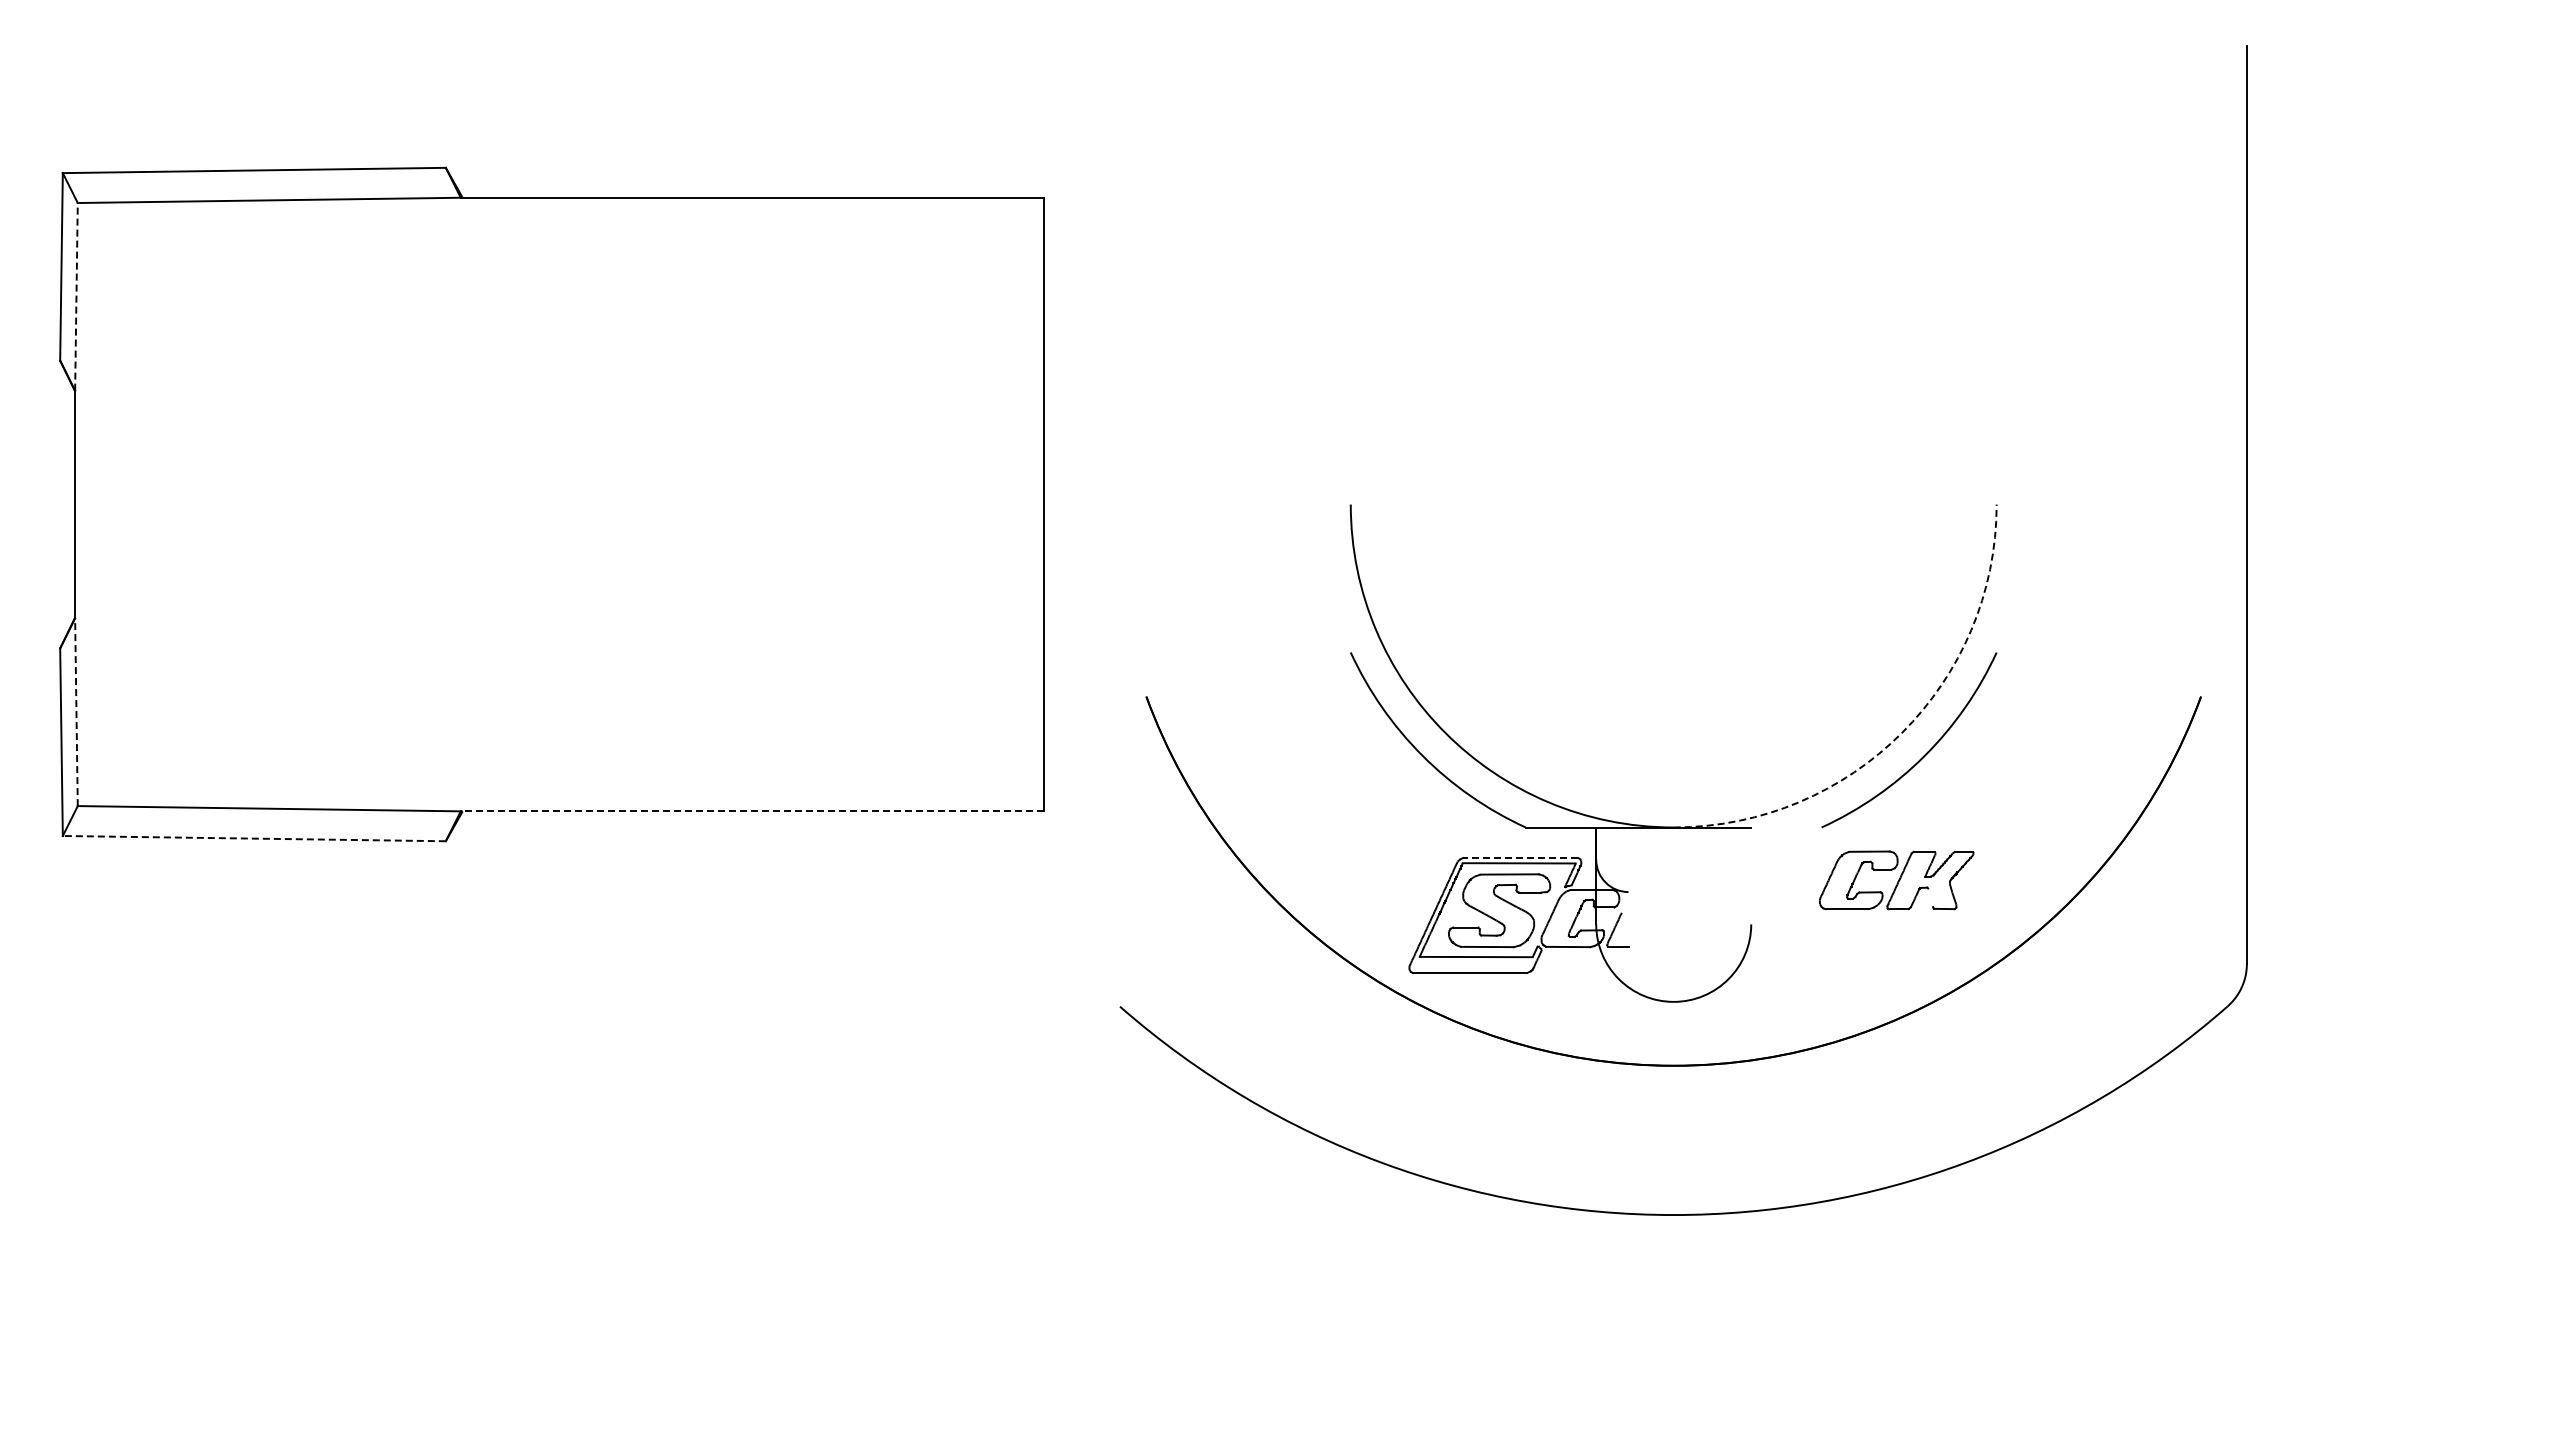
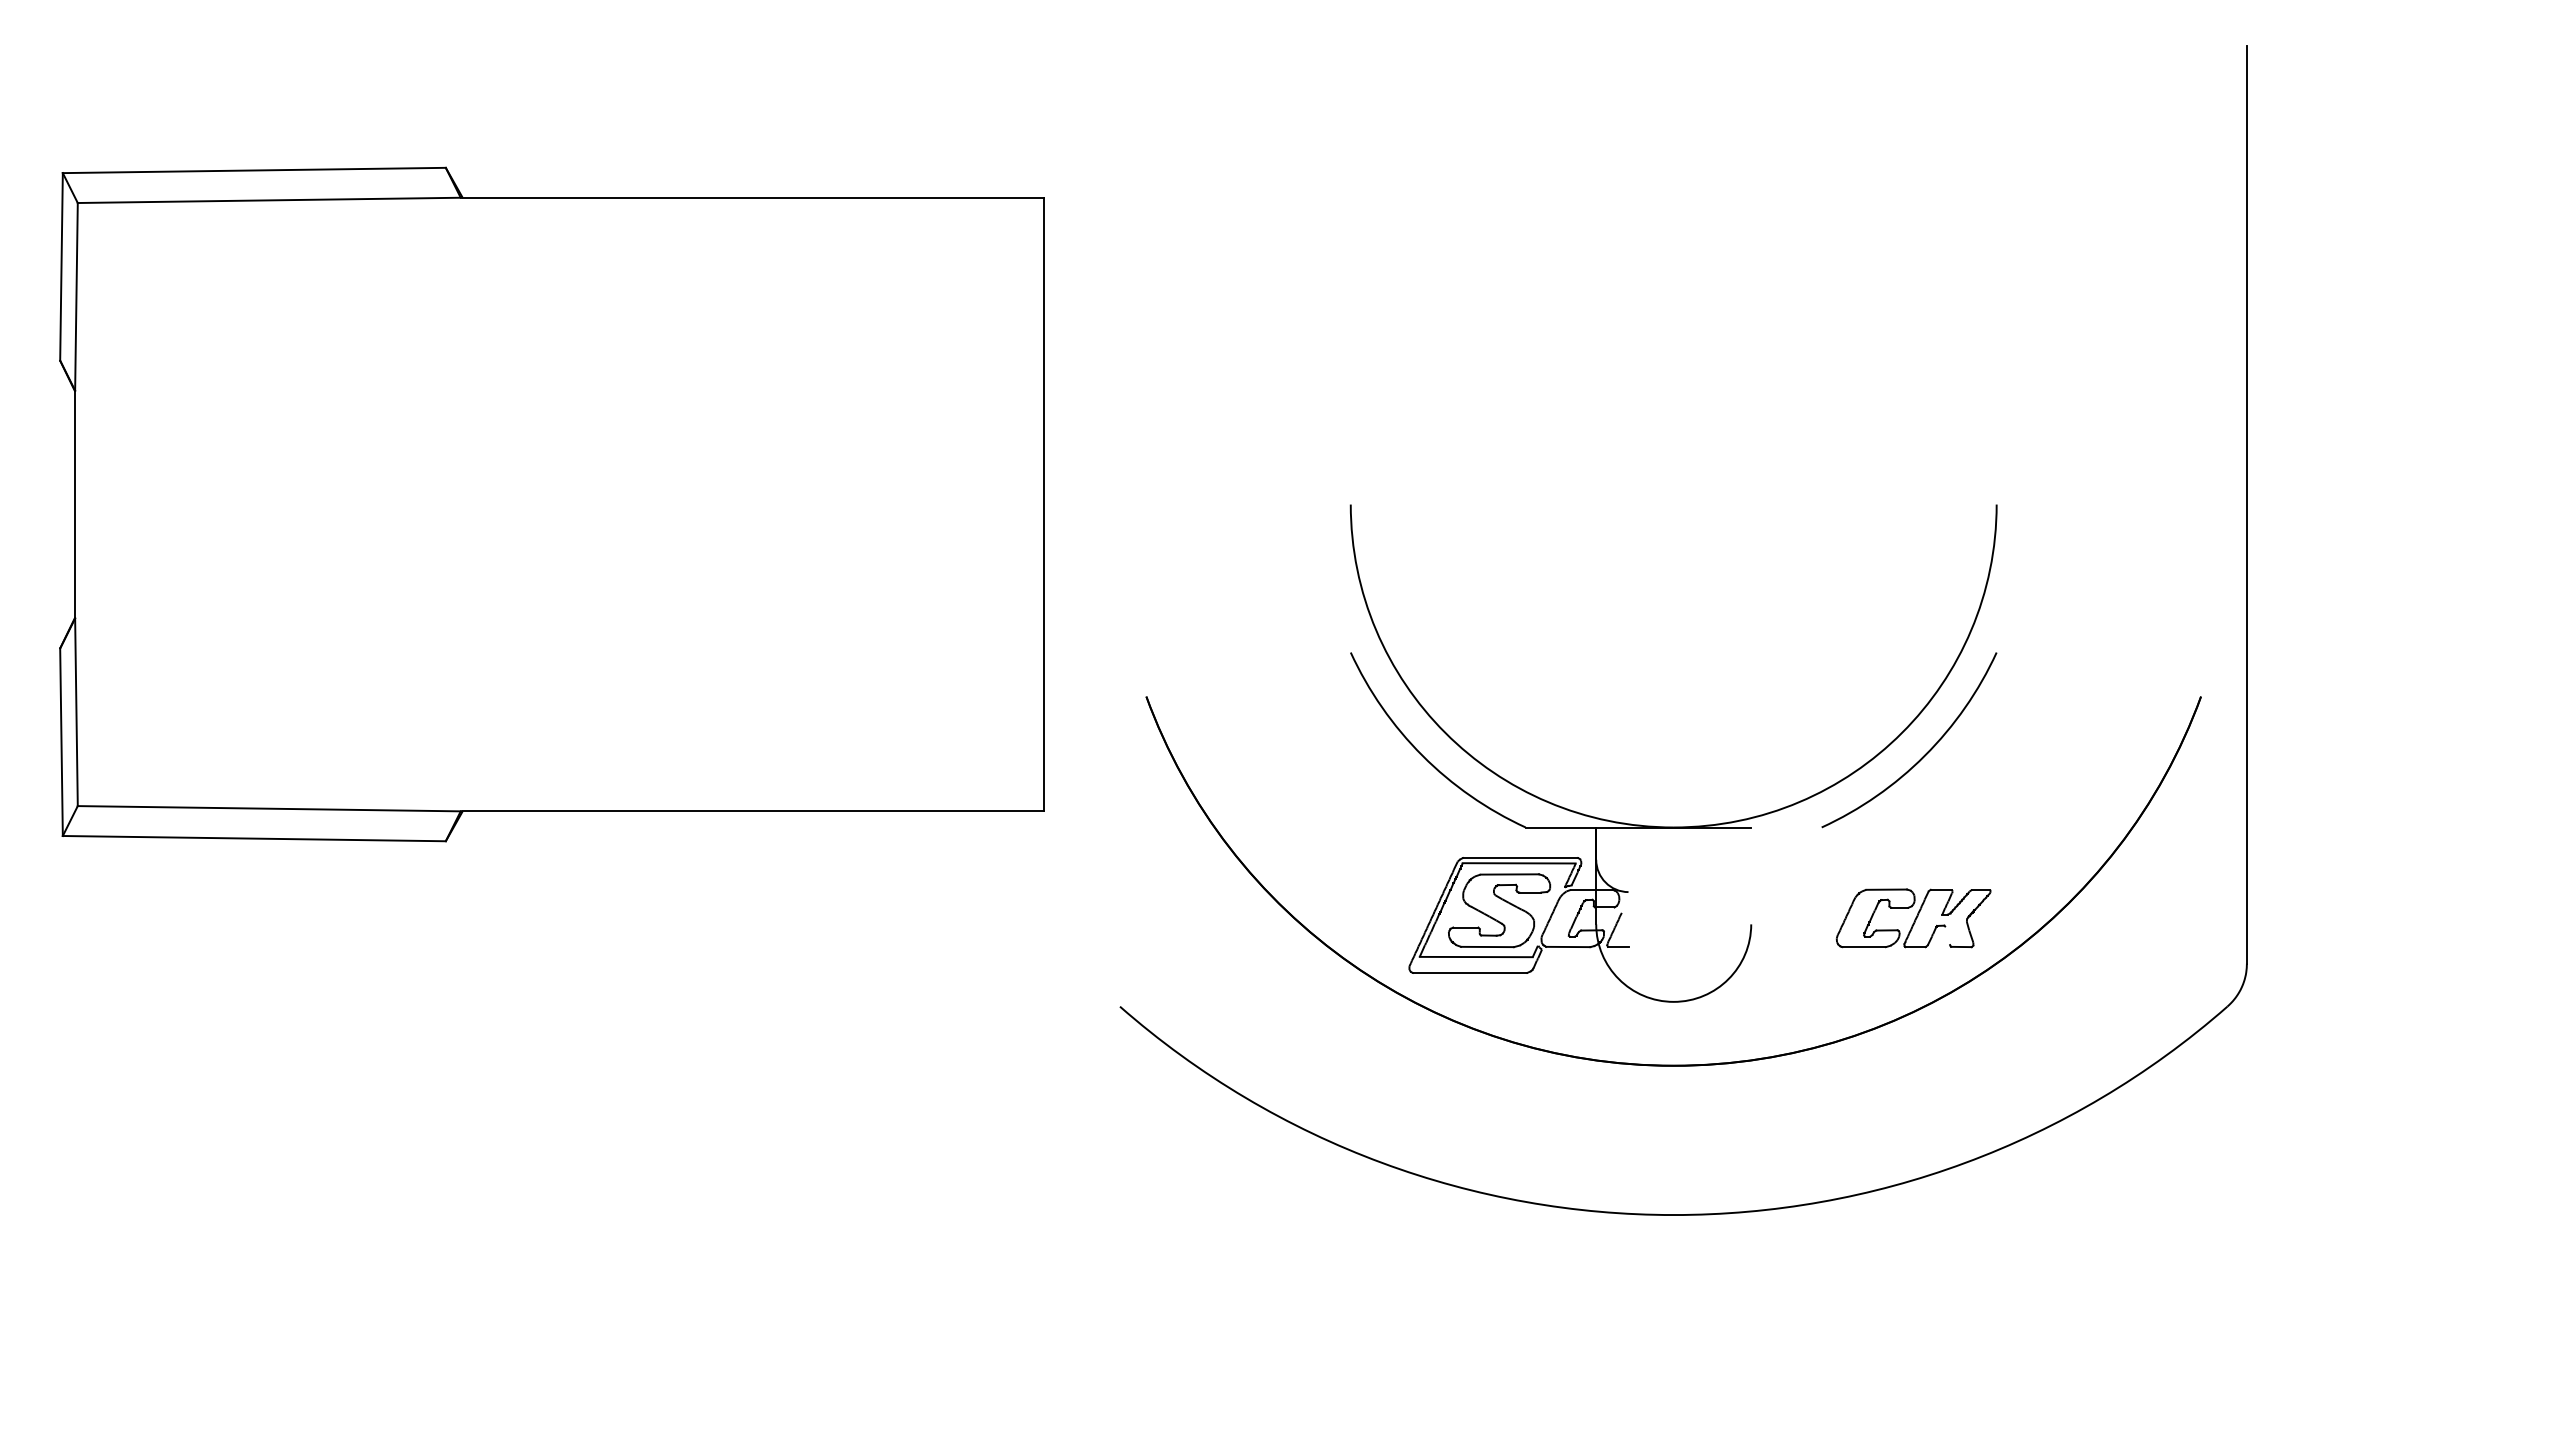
line at (76, 296): dashed -> solid
line at (76, 712): dashed -> solid
arc at (1902, 732): dashed -> solid
line at (752, 811): dashed -> solid
line at (254, 838): dashed -> solid
line at (1520, 858): dashed -> solid
part at (1896, 880) position: (1896, 880) -> (1913, 918)
